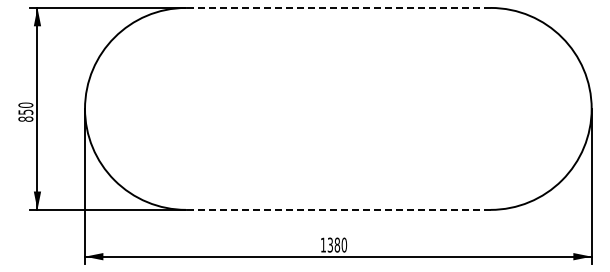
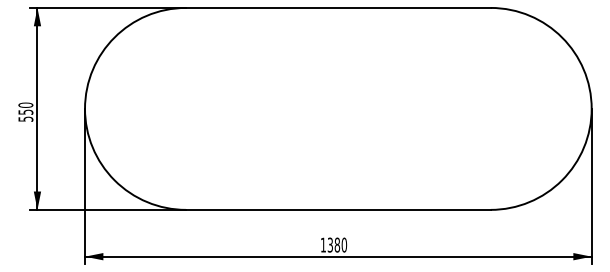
line at (337, 7): dashed -> solid
text at (25, 118): 850 -> 550
line at (337, 209): dashed -> solid
